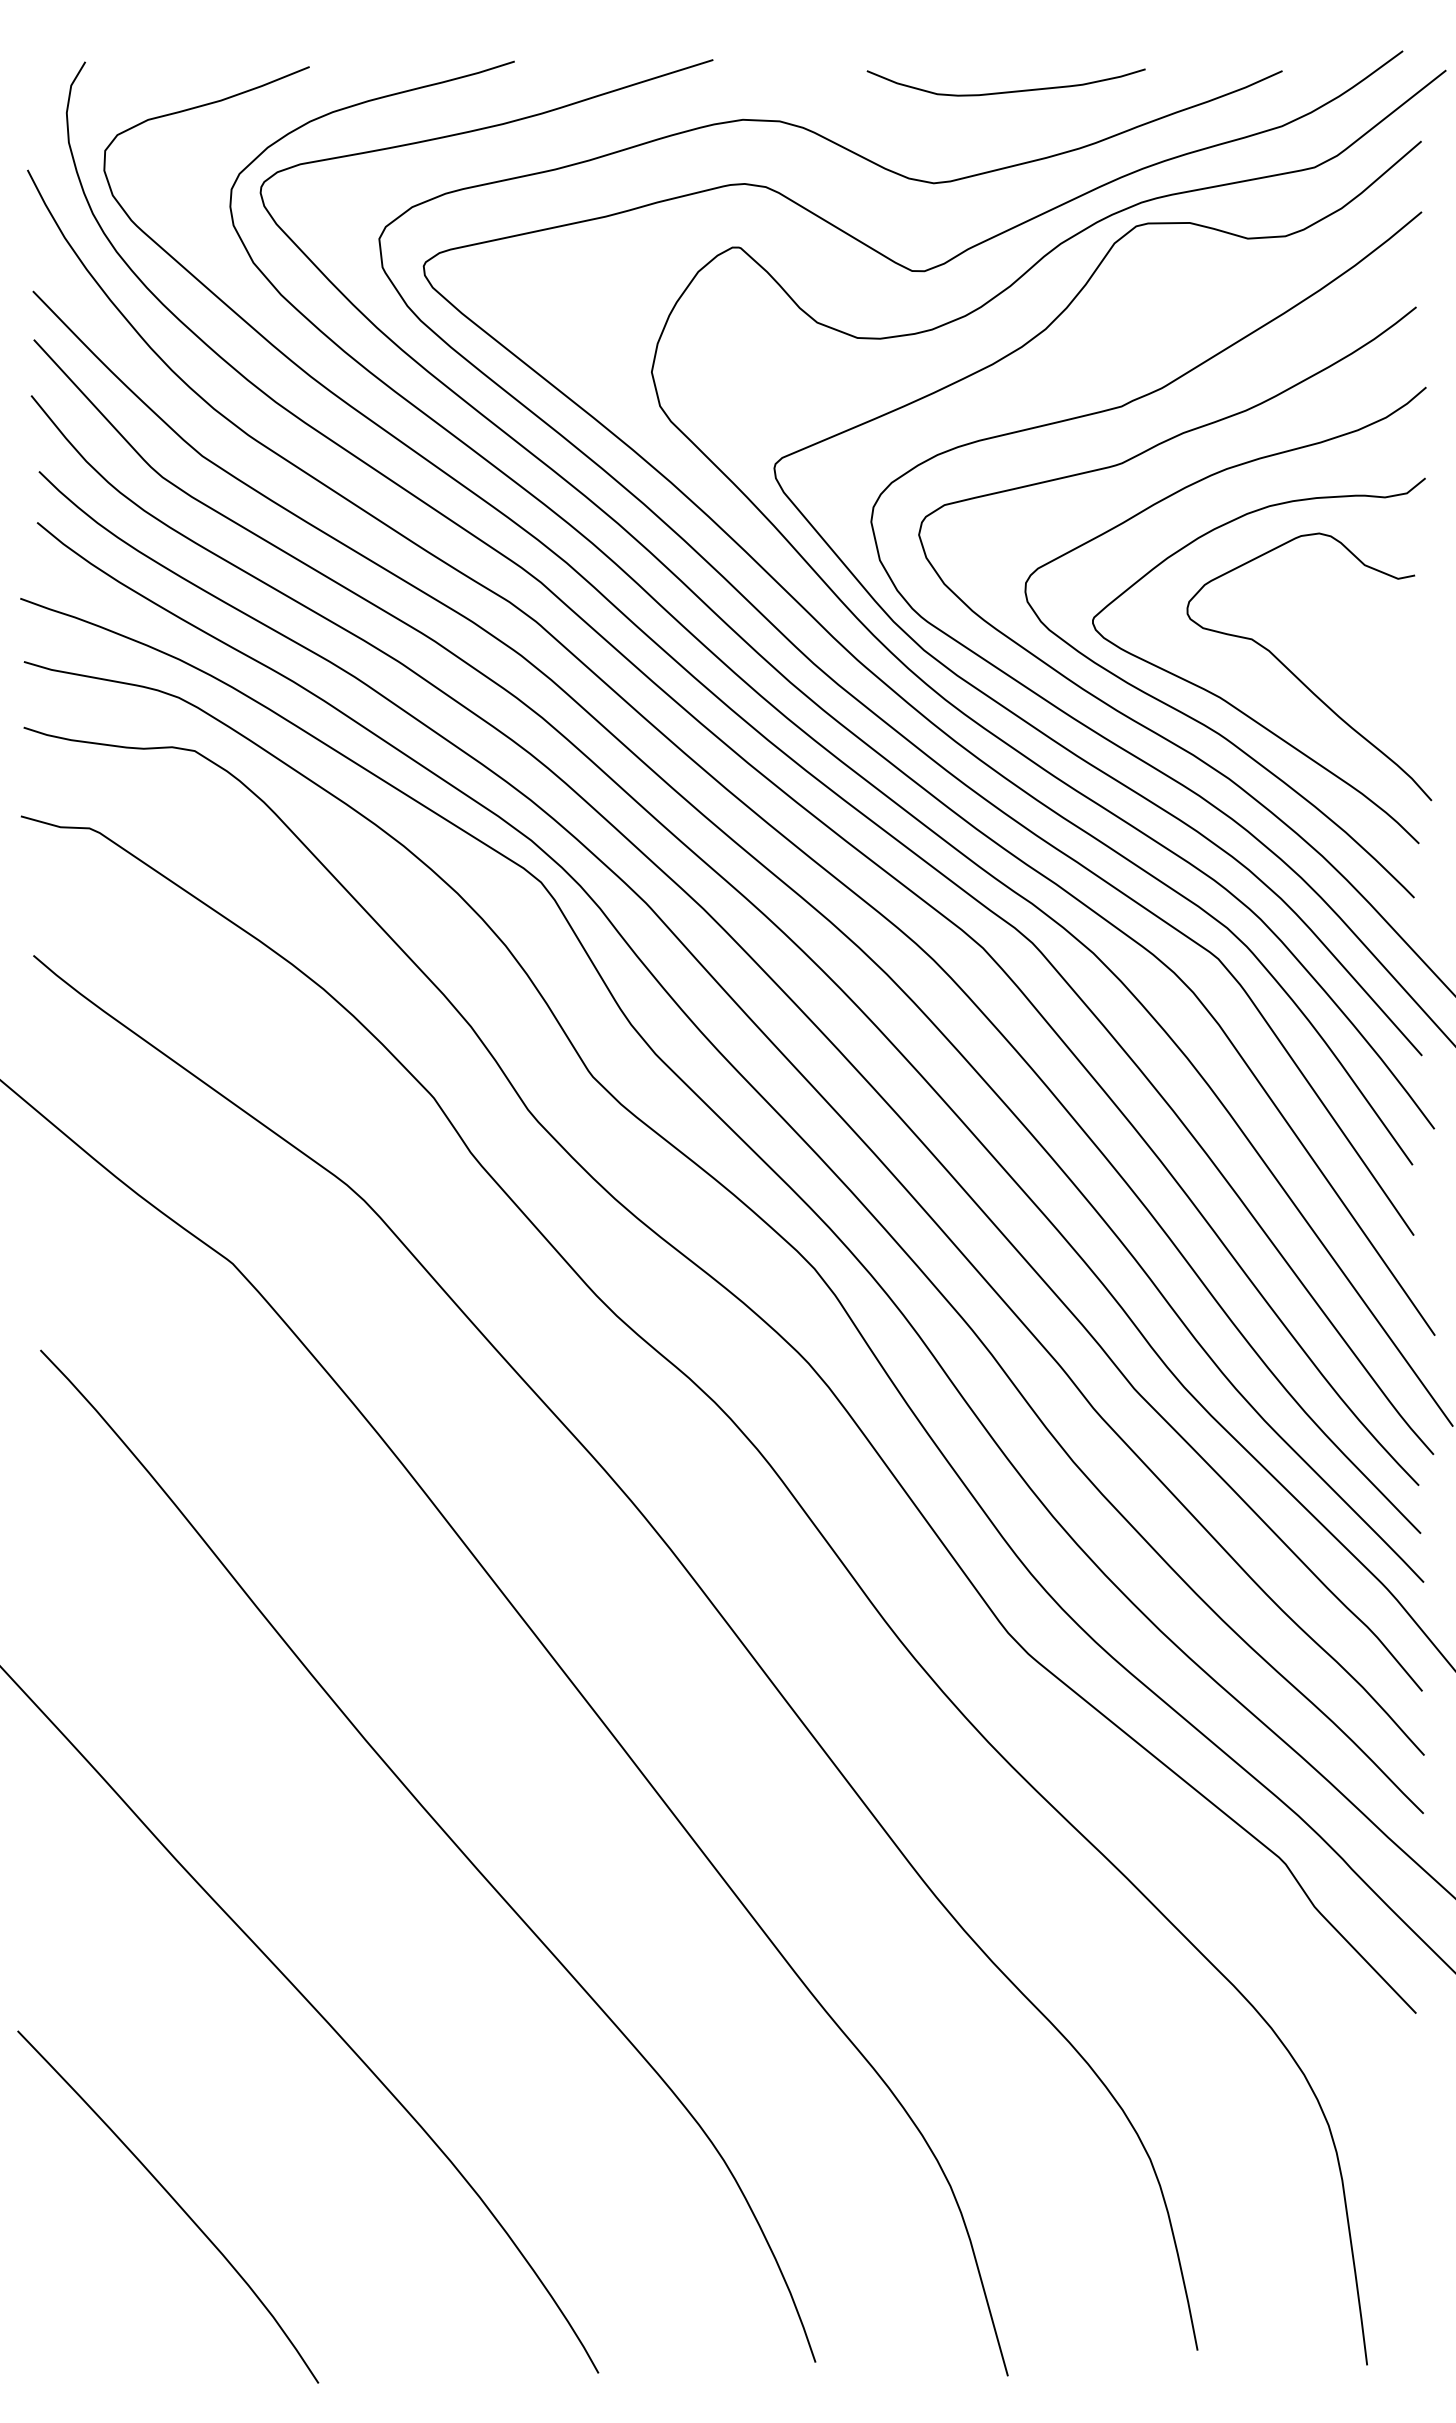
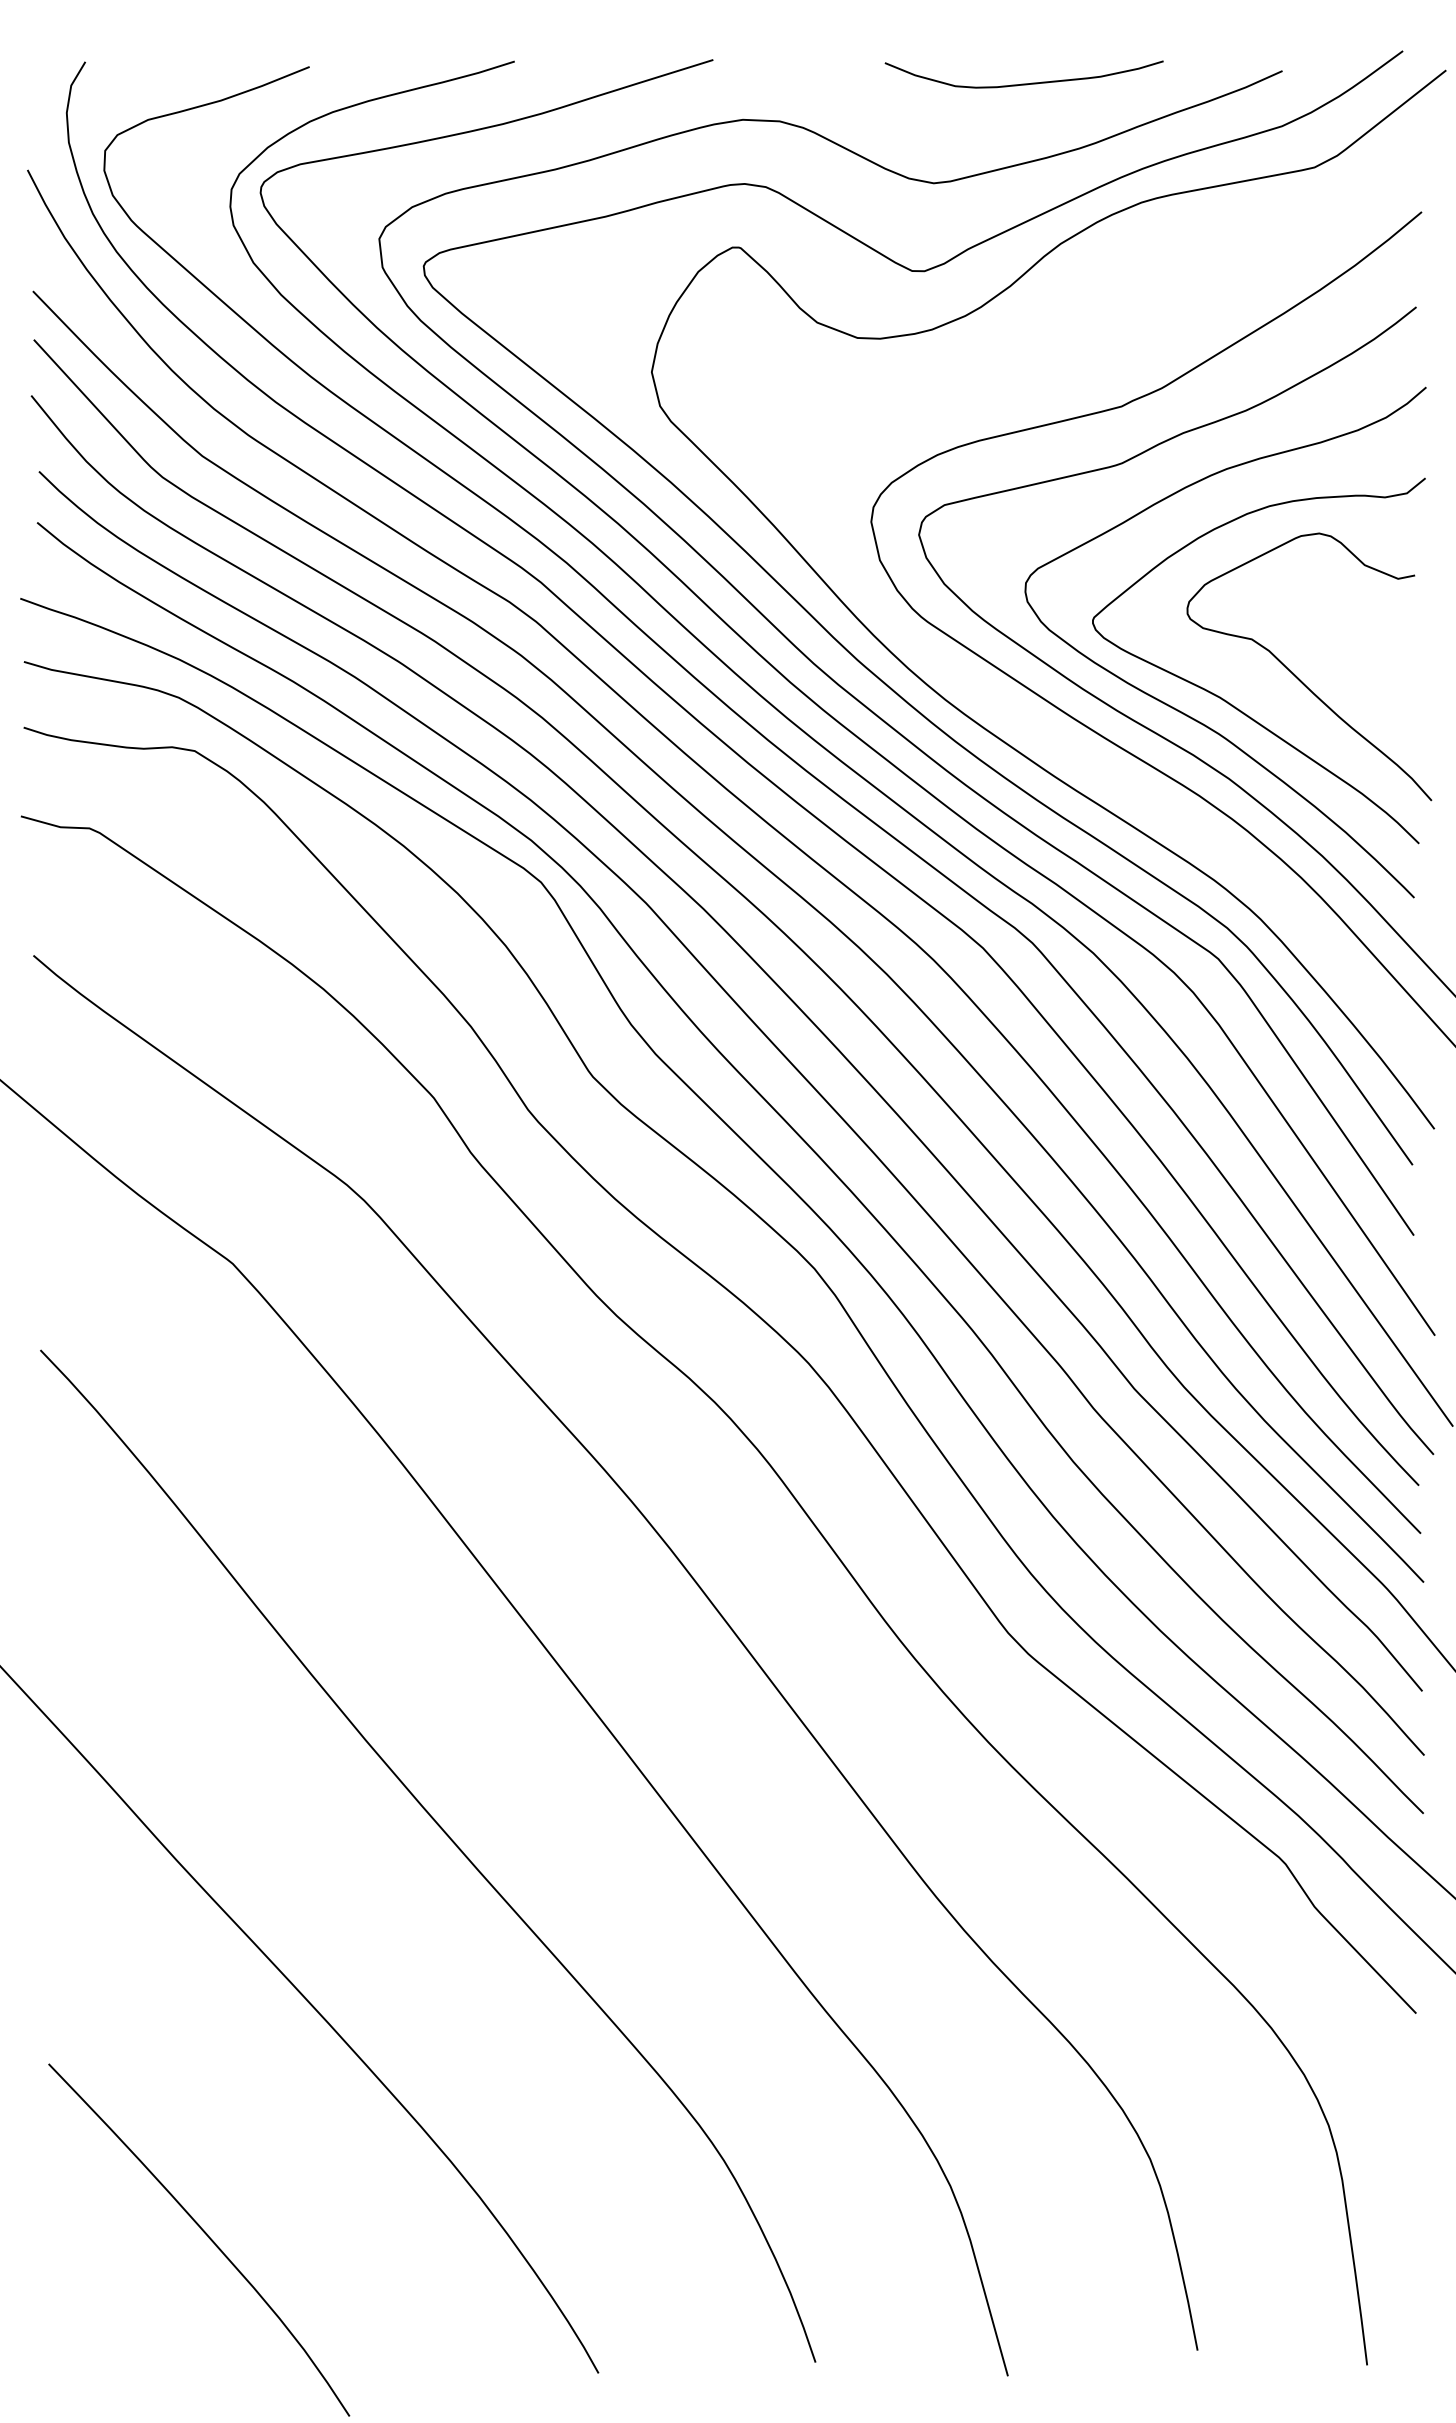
curve at (1005, 91) position: (1005, 91) -> (1023, 83)
curve at (1018, 715): present -> none
curve at (173, 2200) position: (173, 2200) -> (204, 2233)
